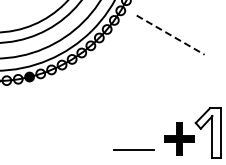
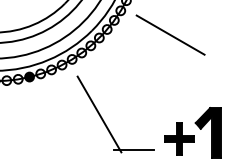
line at (171, 35): dashed -> solid
line at (99, 114): none -> present
fill at (207, 132): none -> present
